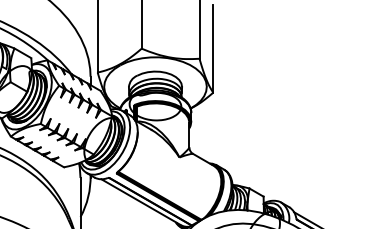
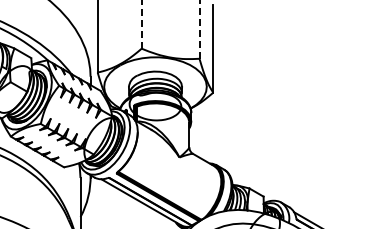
line at (141, 24): solid -> dashed
line at (199, 29): solid -> dashed
